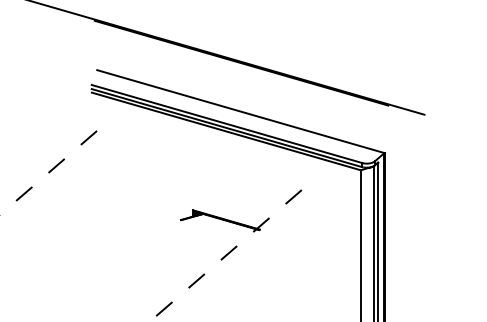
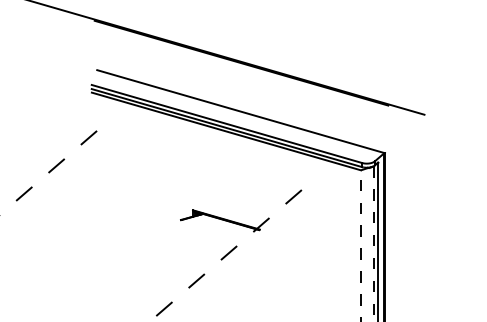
line at (373, 244): solid -> dashed
line at (361, 245): solid -> dashed
